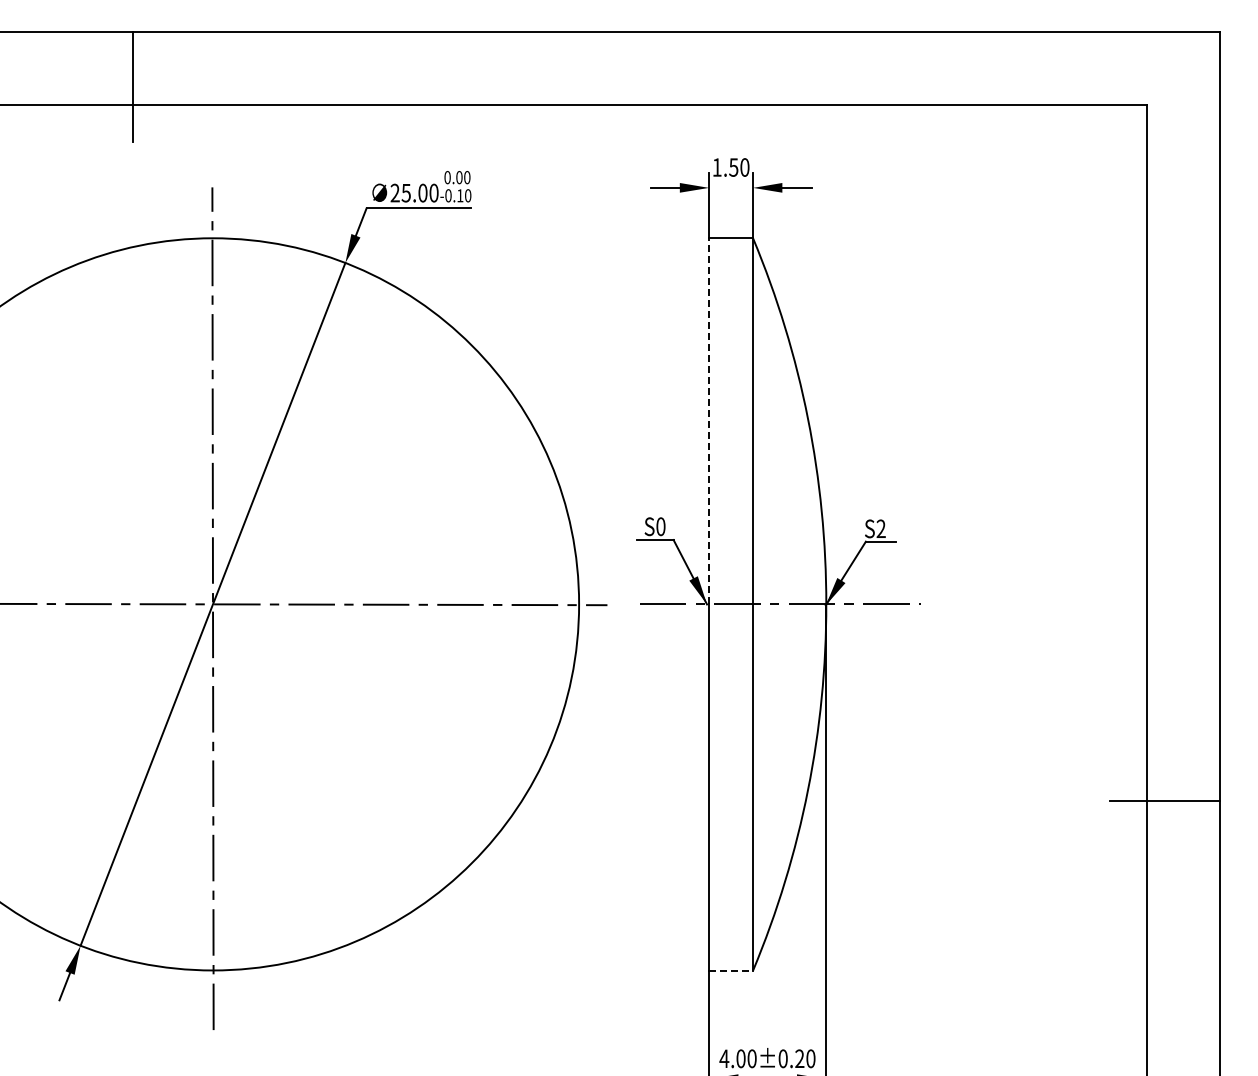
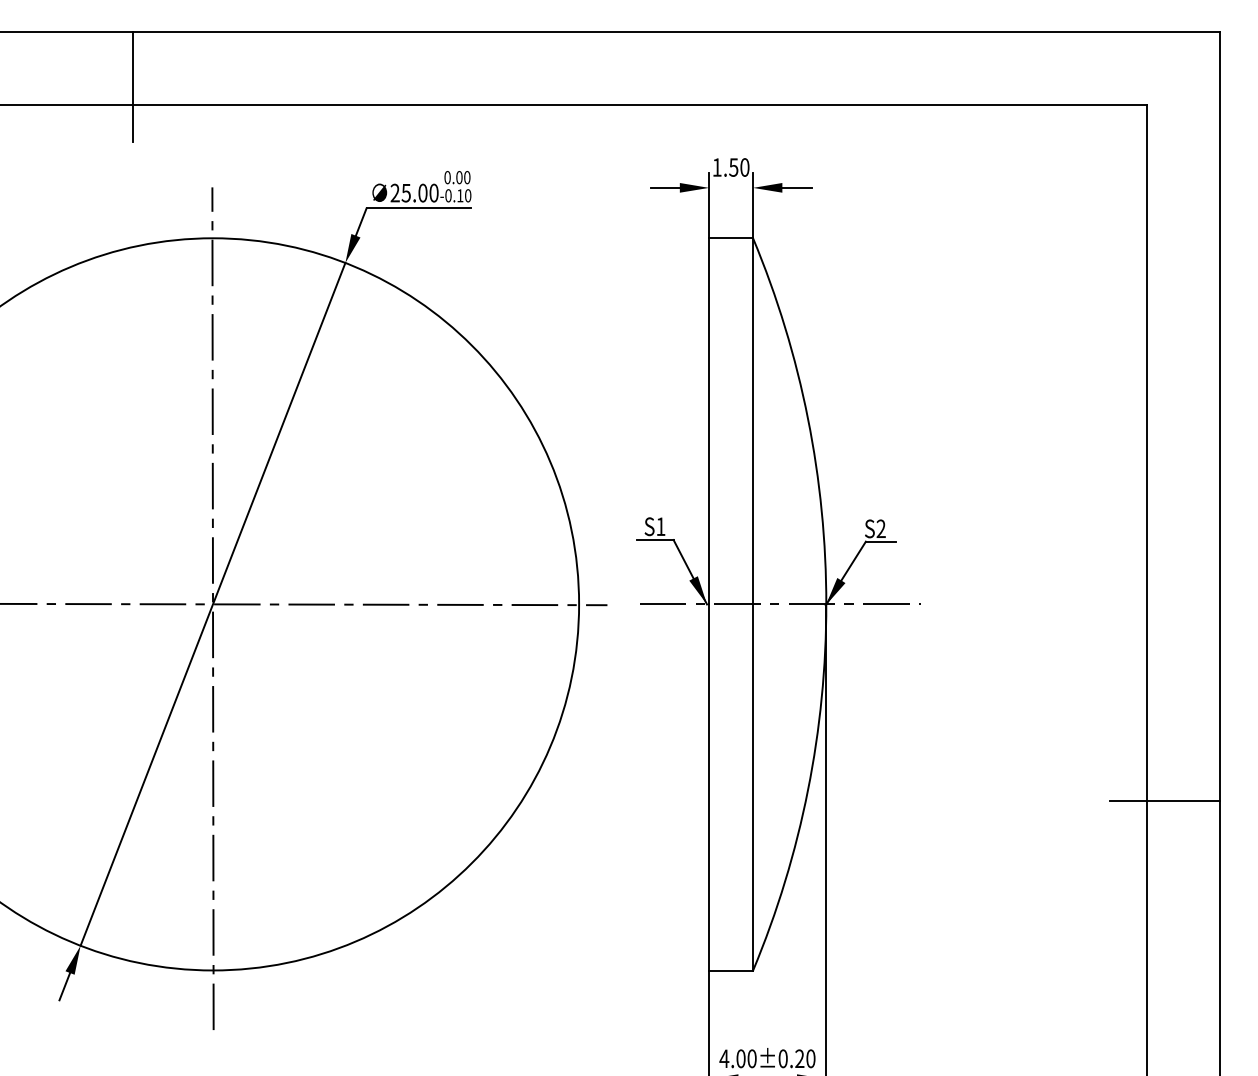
line at (709, 420): dashed -> solid
text at (660, 526): S0 -> S1
line at (731, 970): dashed -> solid
